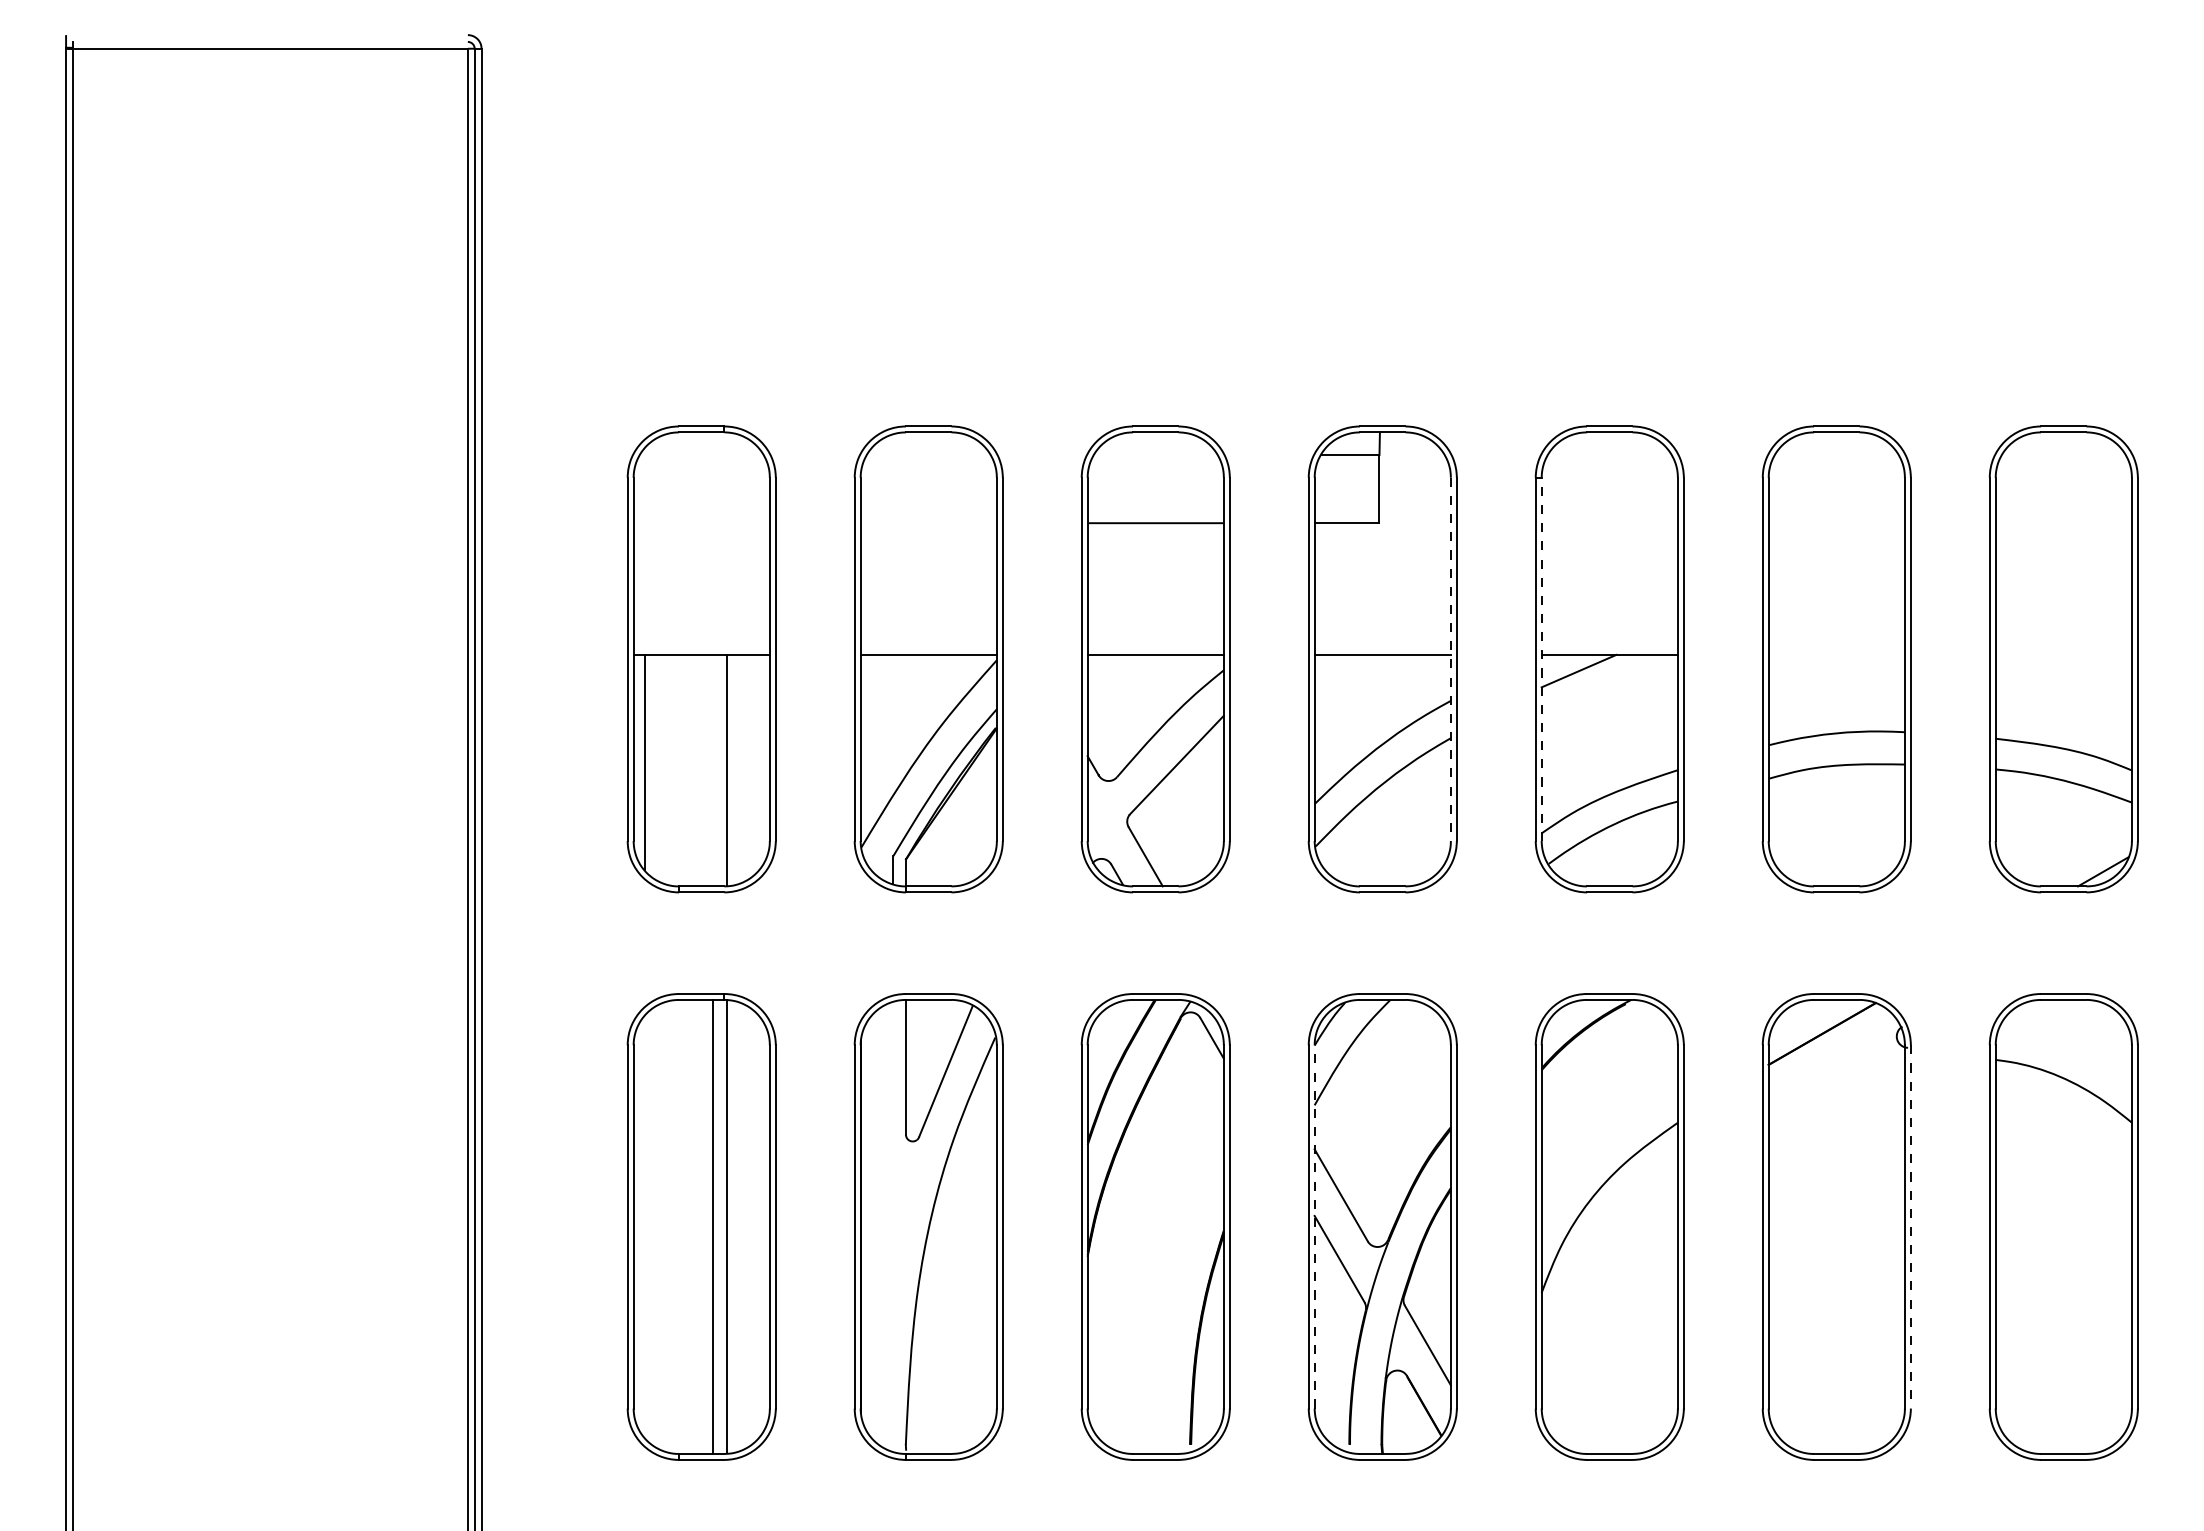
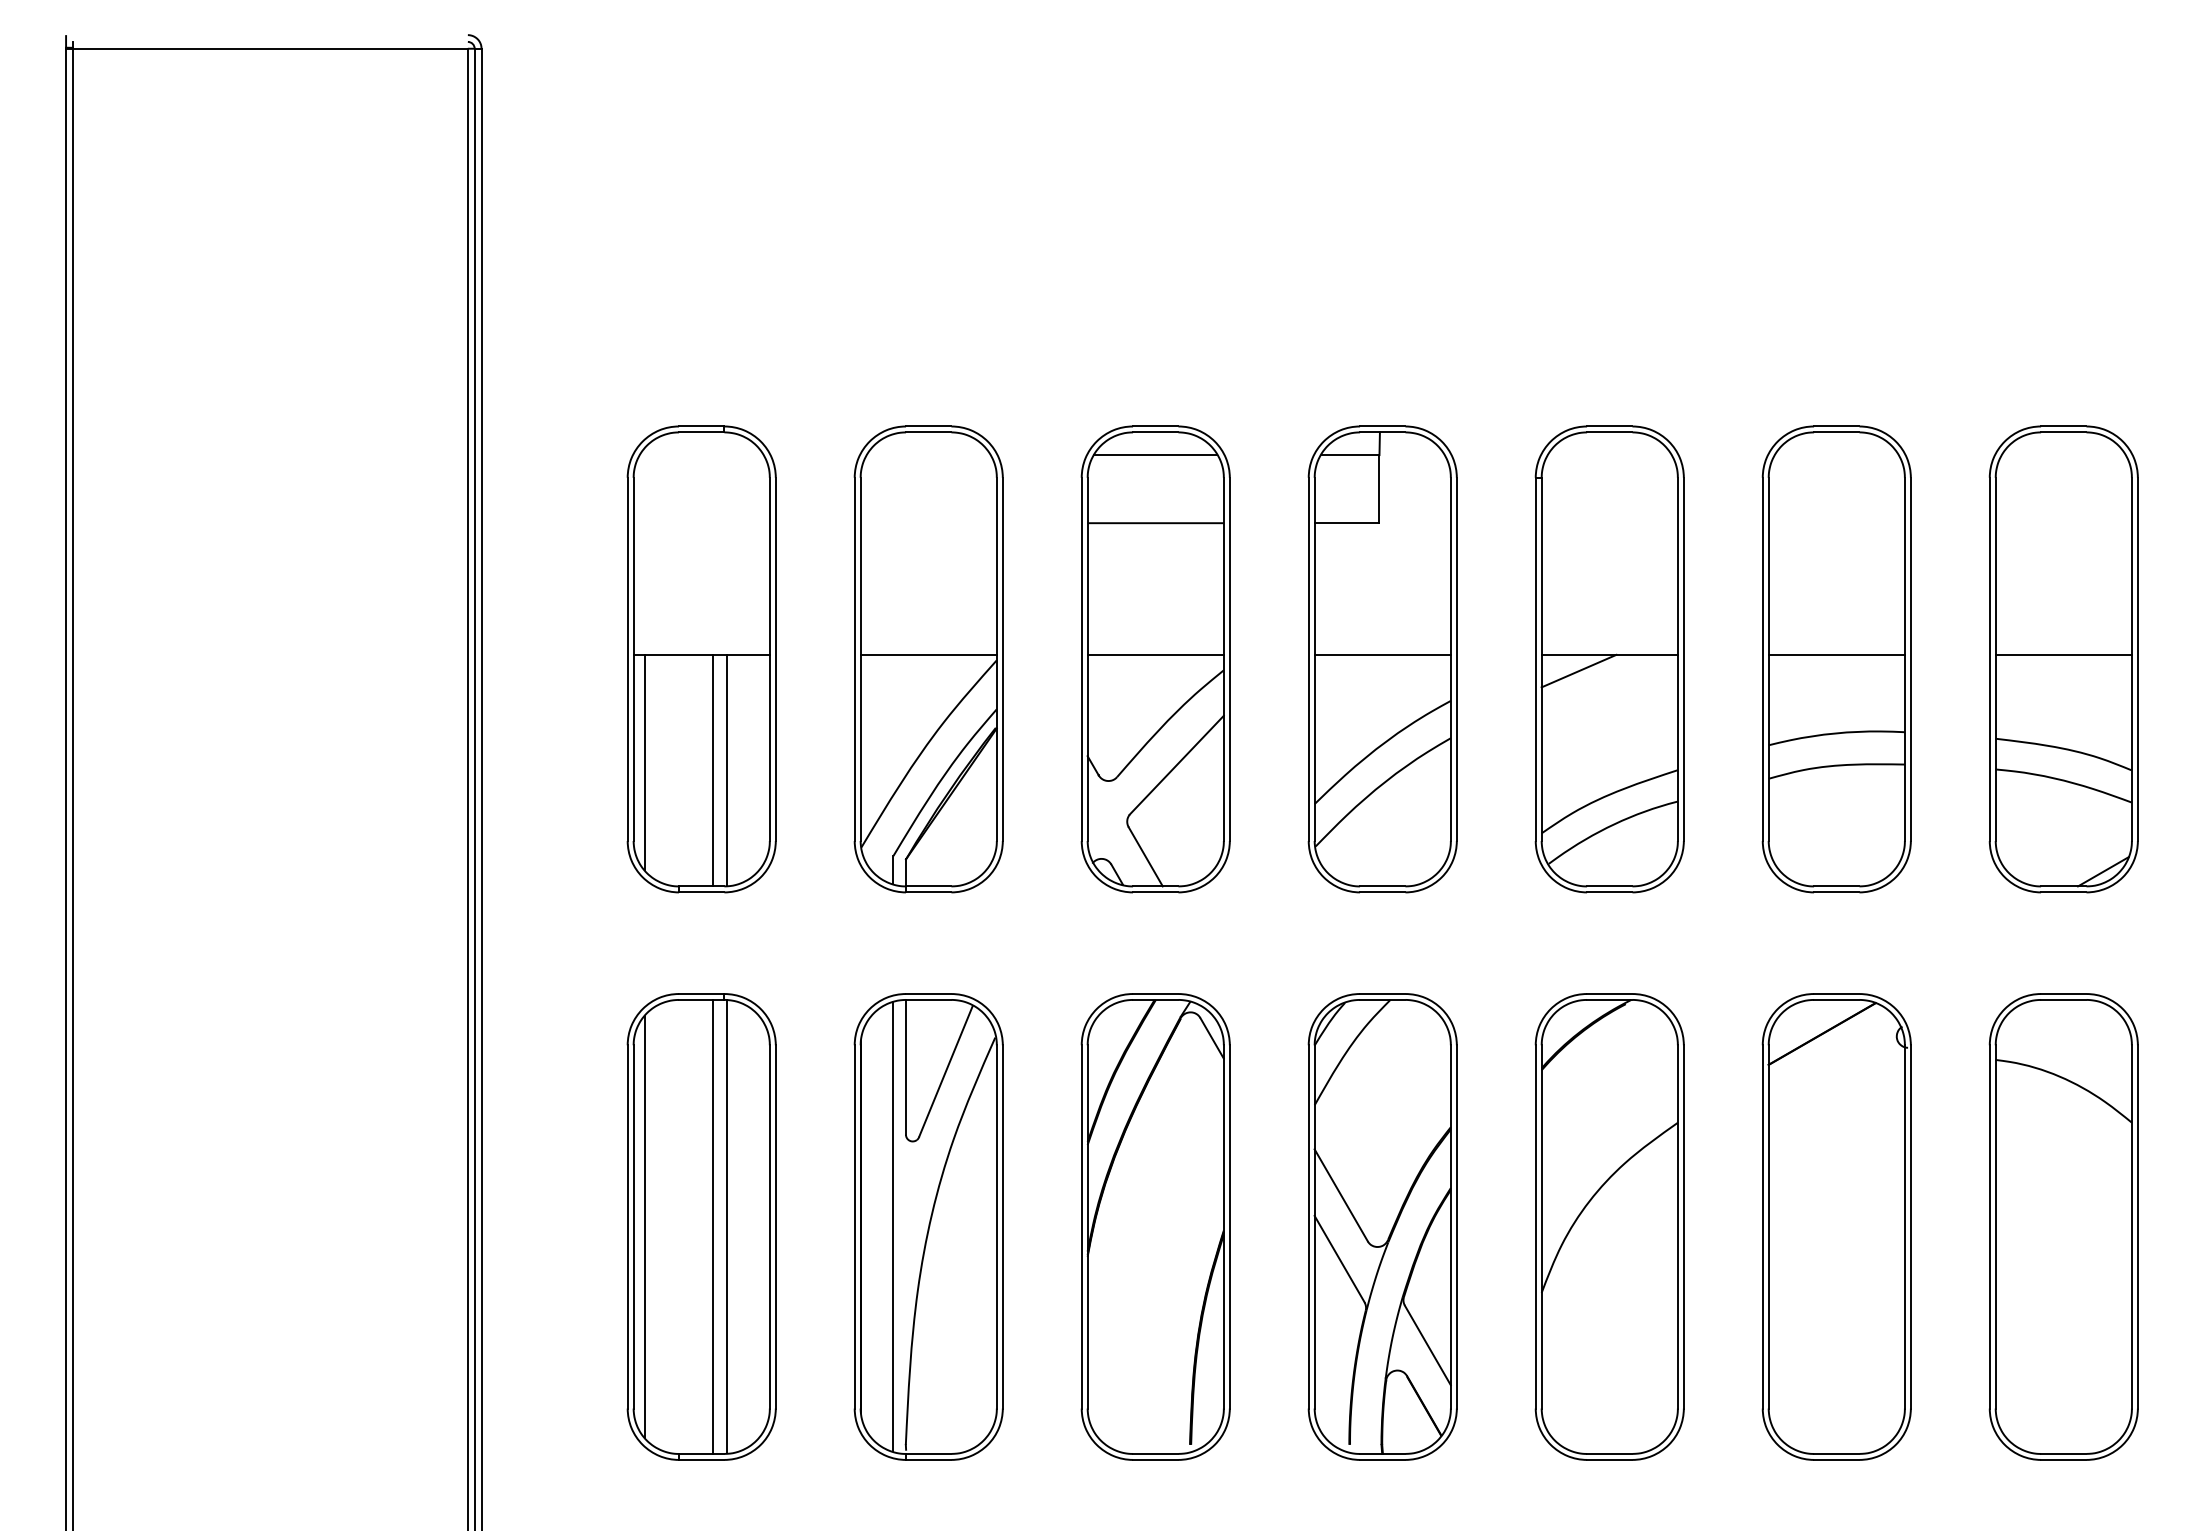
line at (1154, 455): none -> present
line at (1836, 654): none -> present
line at (2063, 654): none -> present
line at (1450, 659): dashed -> solid
line at (1541, 659): dashed -> solid
line at (713, 770): none -> present
line at (644, 1226): none -> present
line at (893, 1226): none -> present
line at (1314, 1226): dashed -> solid
line at (1910, 1226): dashed -> solid
